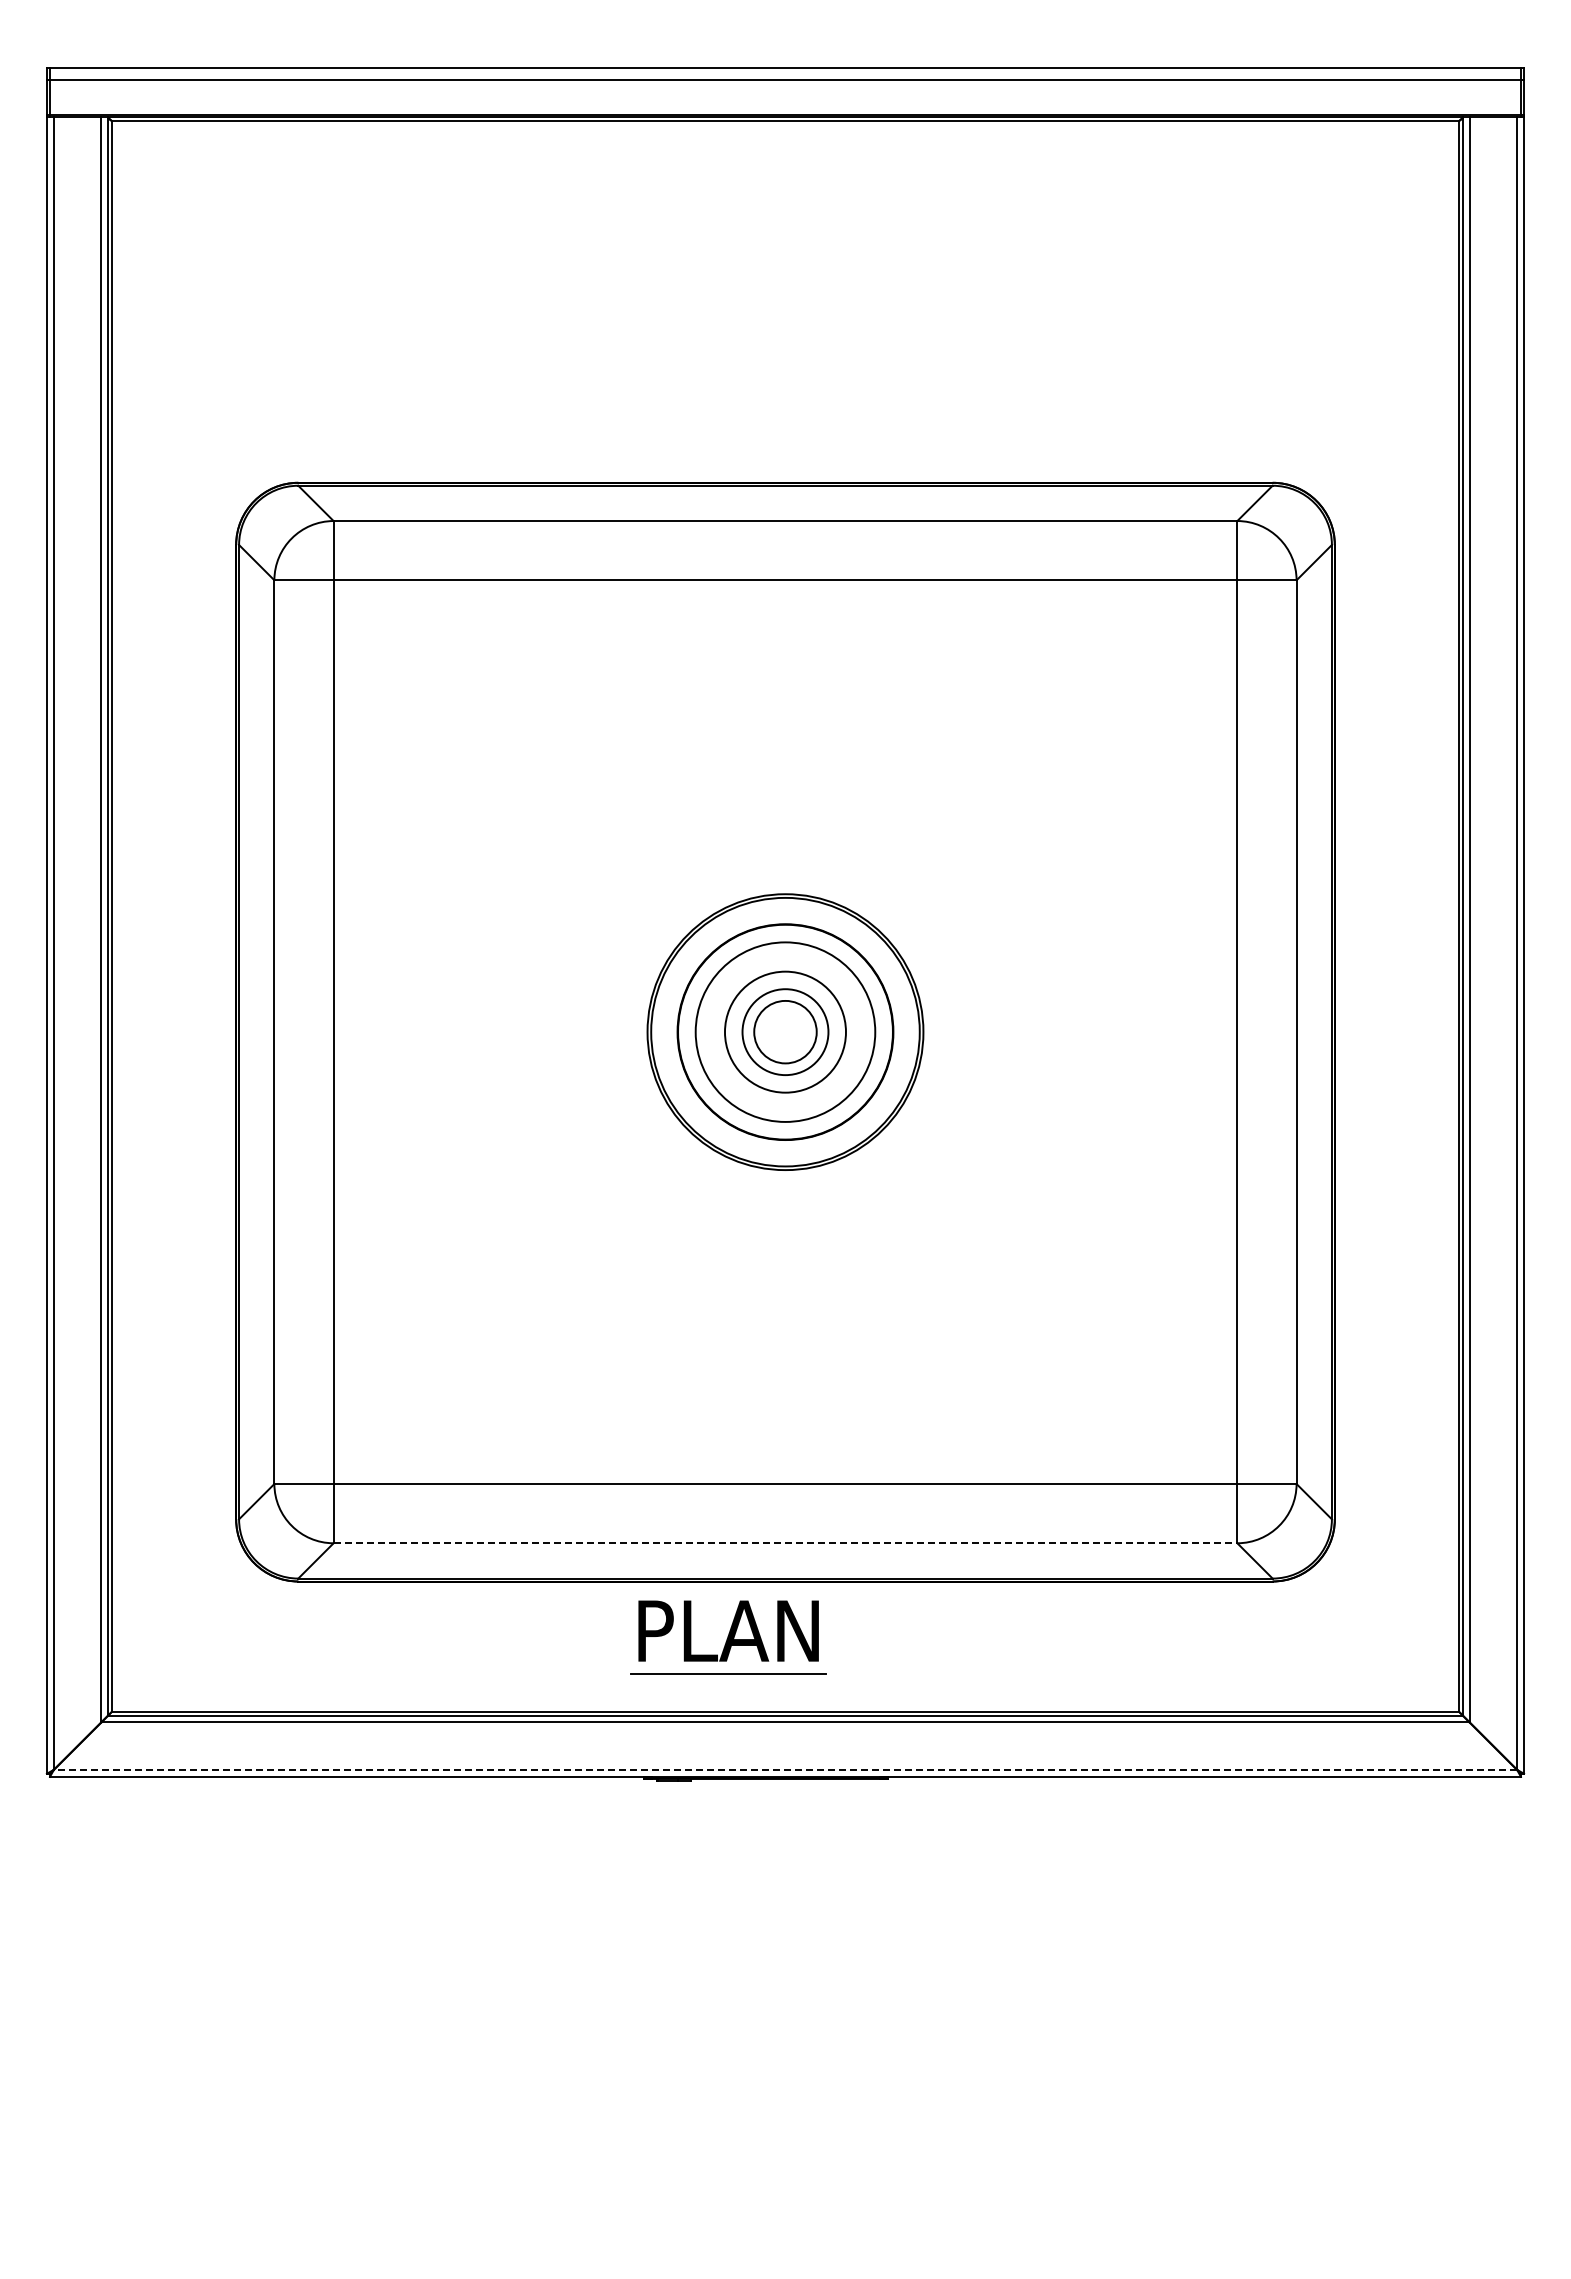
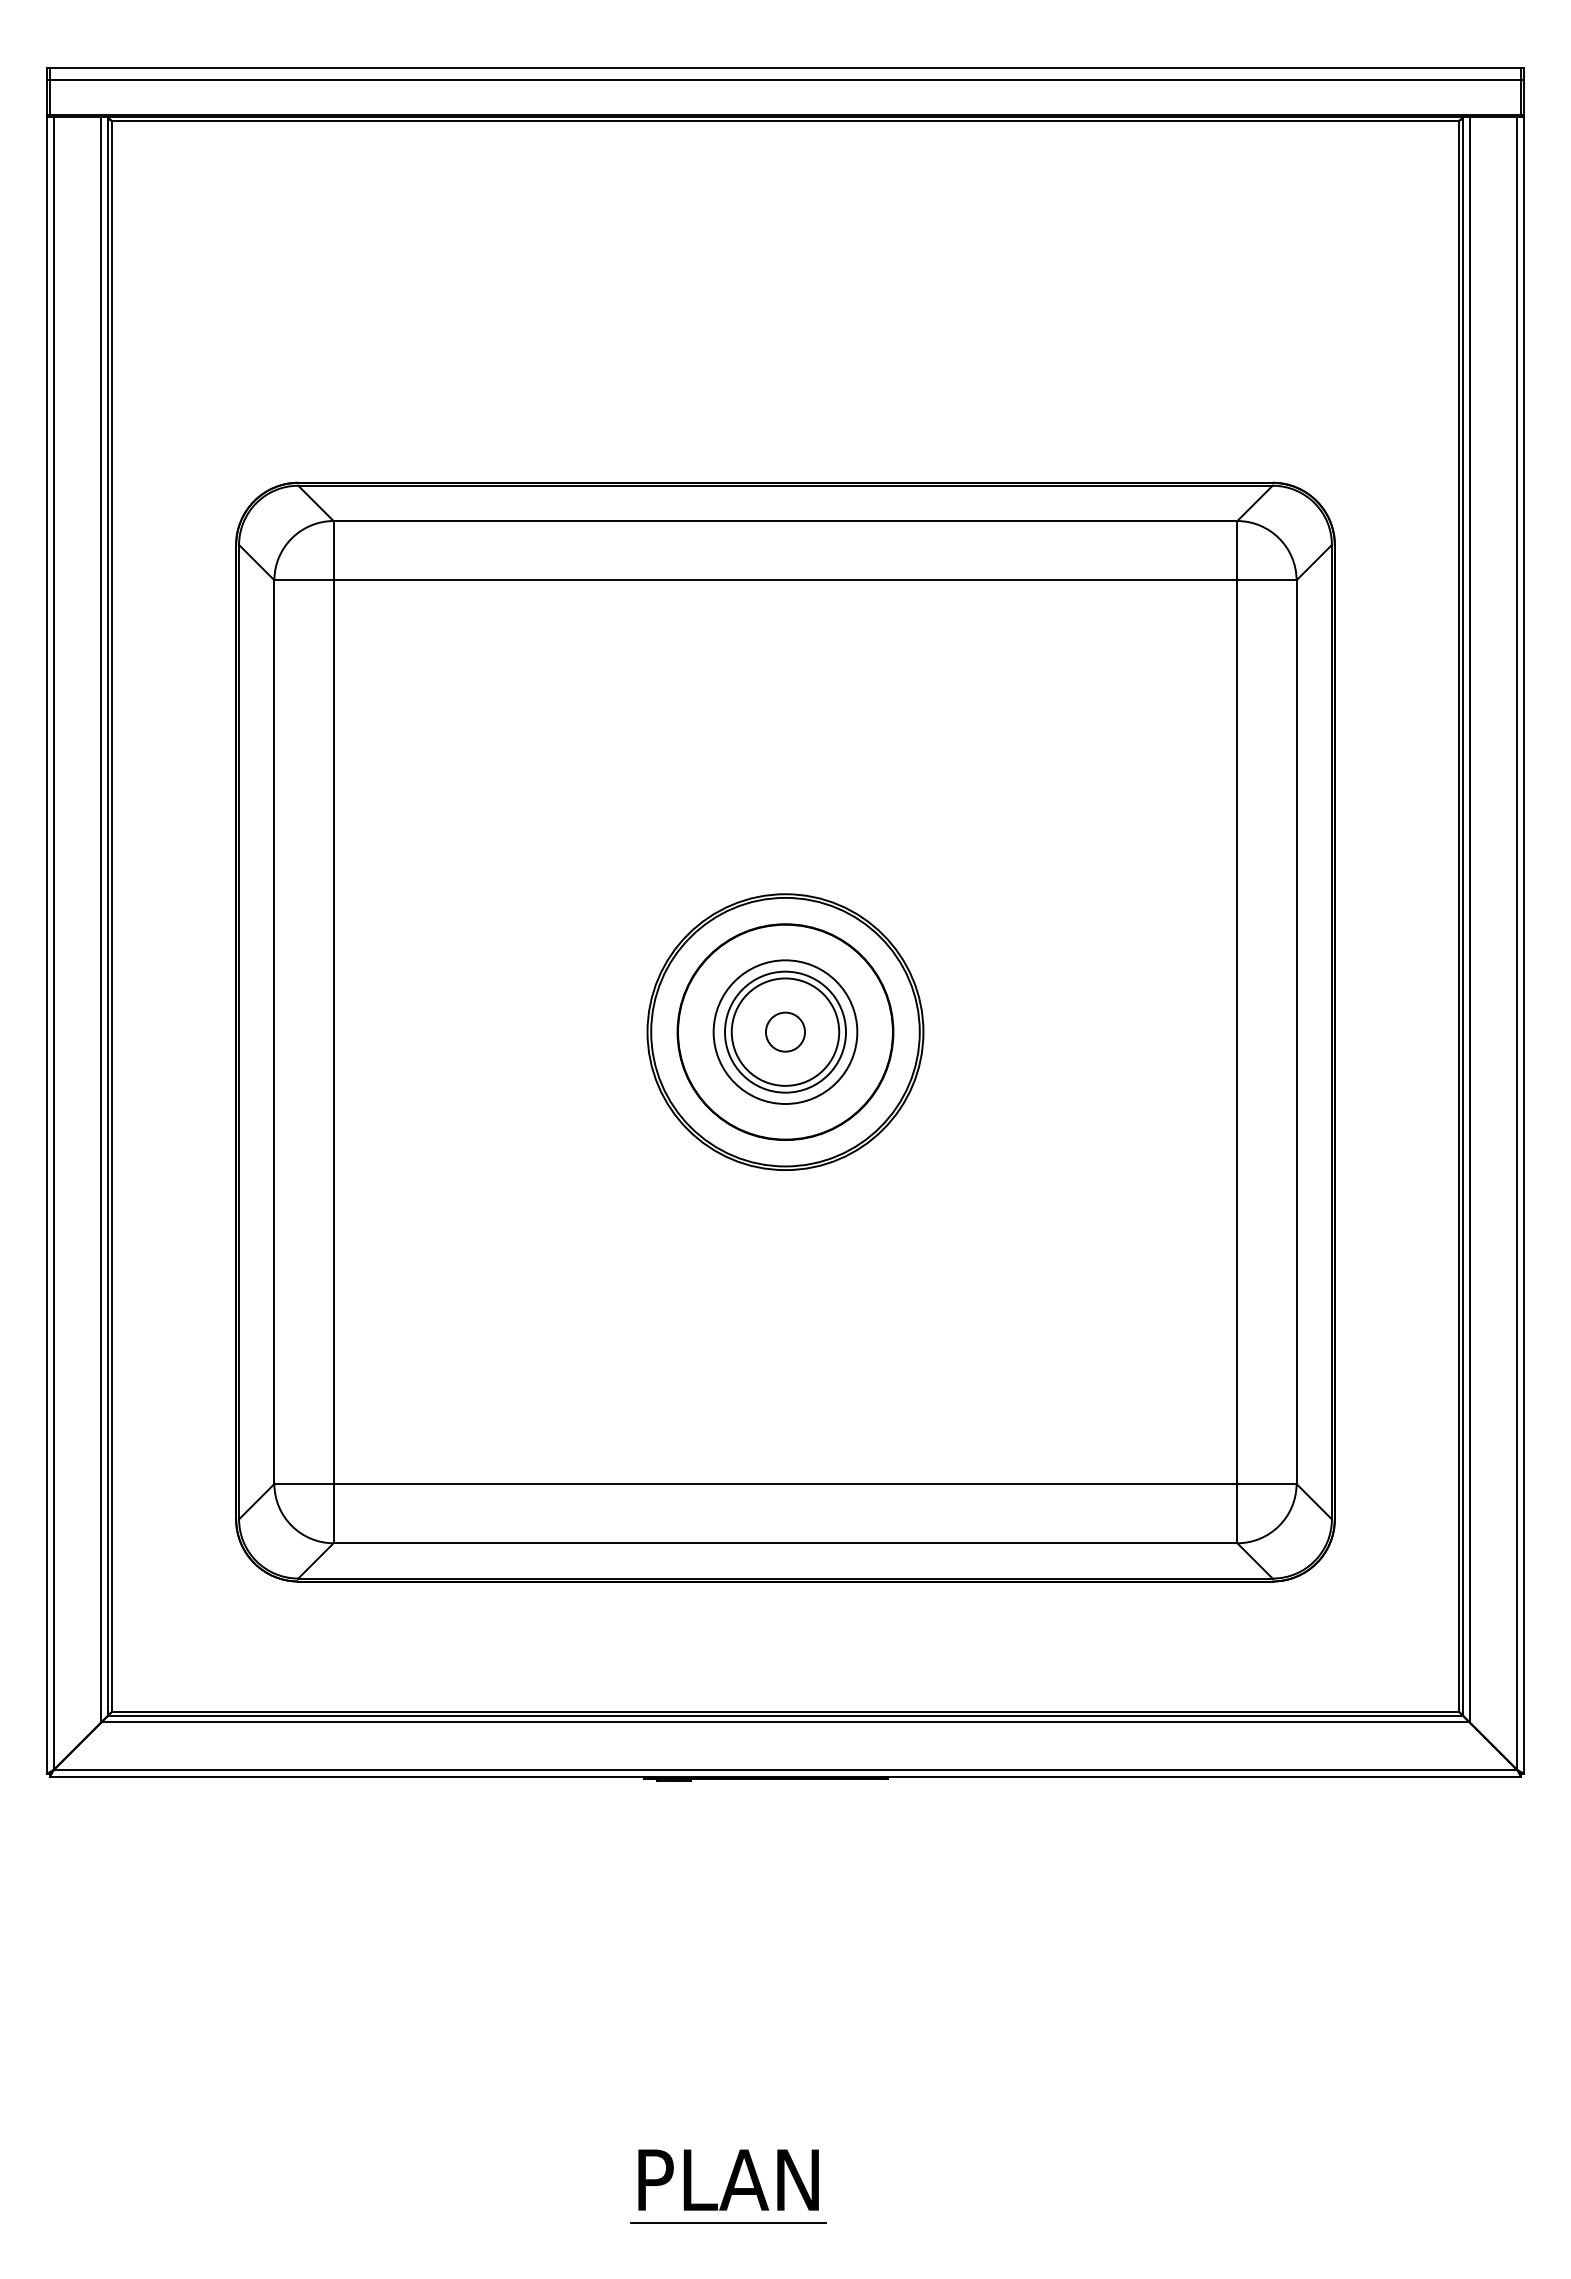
circle at (785, 1031) diameter: 180 px -> 144 px
circle at (785, 1031) diameter: 63 px -> 39 px
circle at (785, 1032) diameter: 86 px -> 107 px
line at (785, 1543): dashed -> solid
part at (728, 1637) position: (728, 1637) -> (728, 2186)
line at (785, 1770): dashed -> solid
